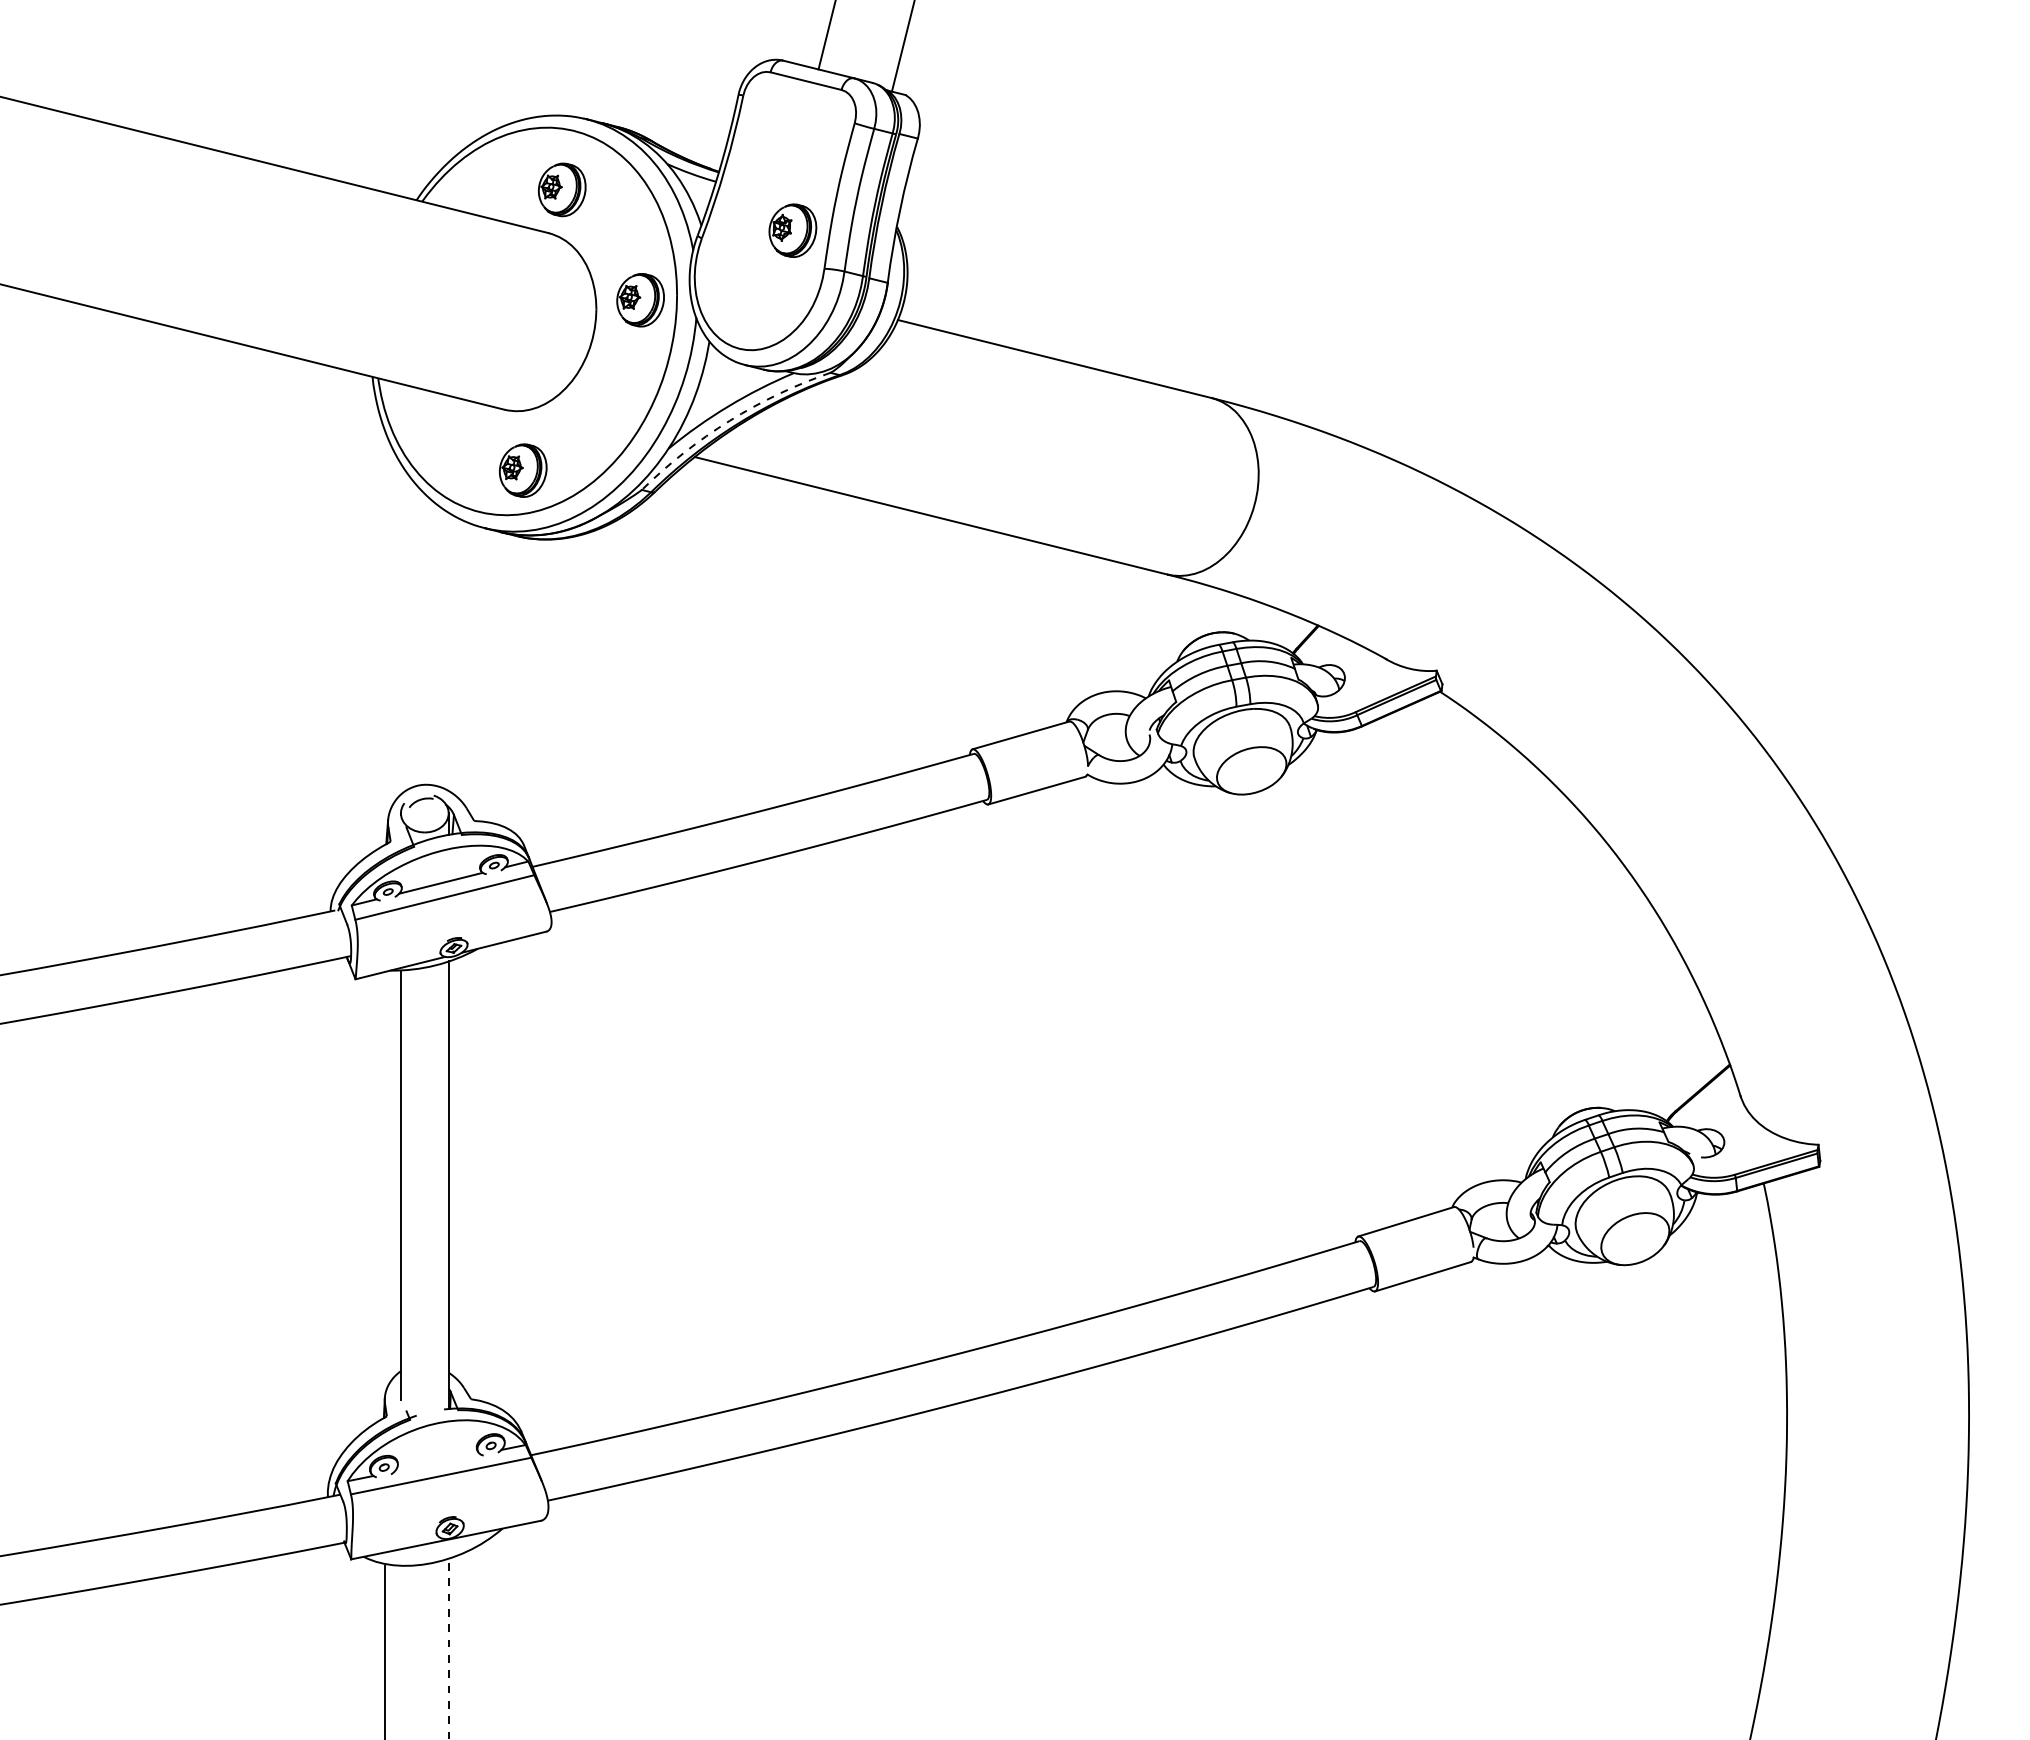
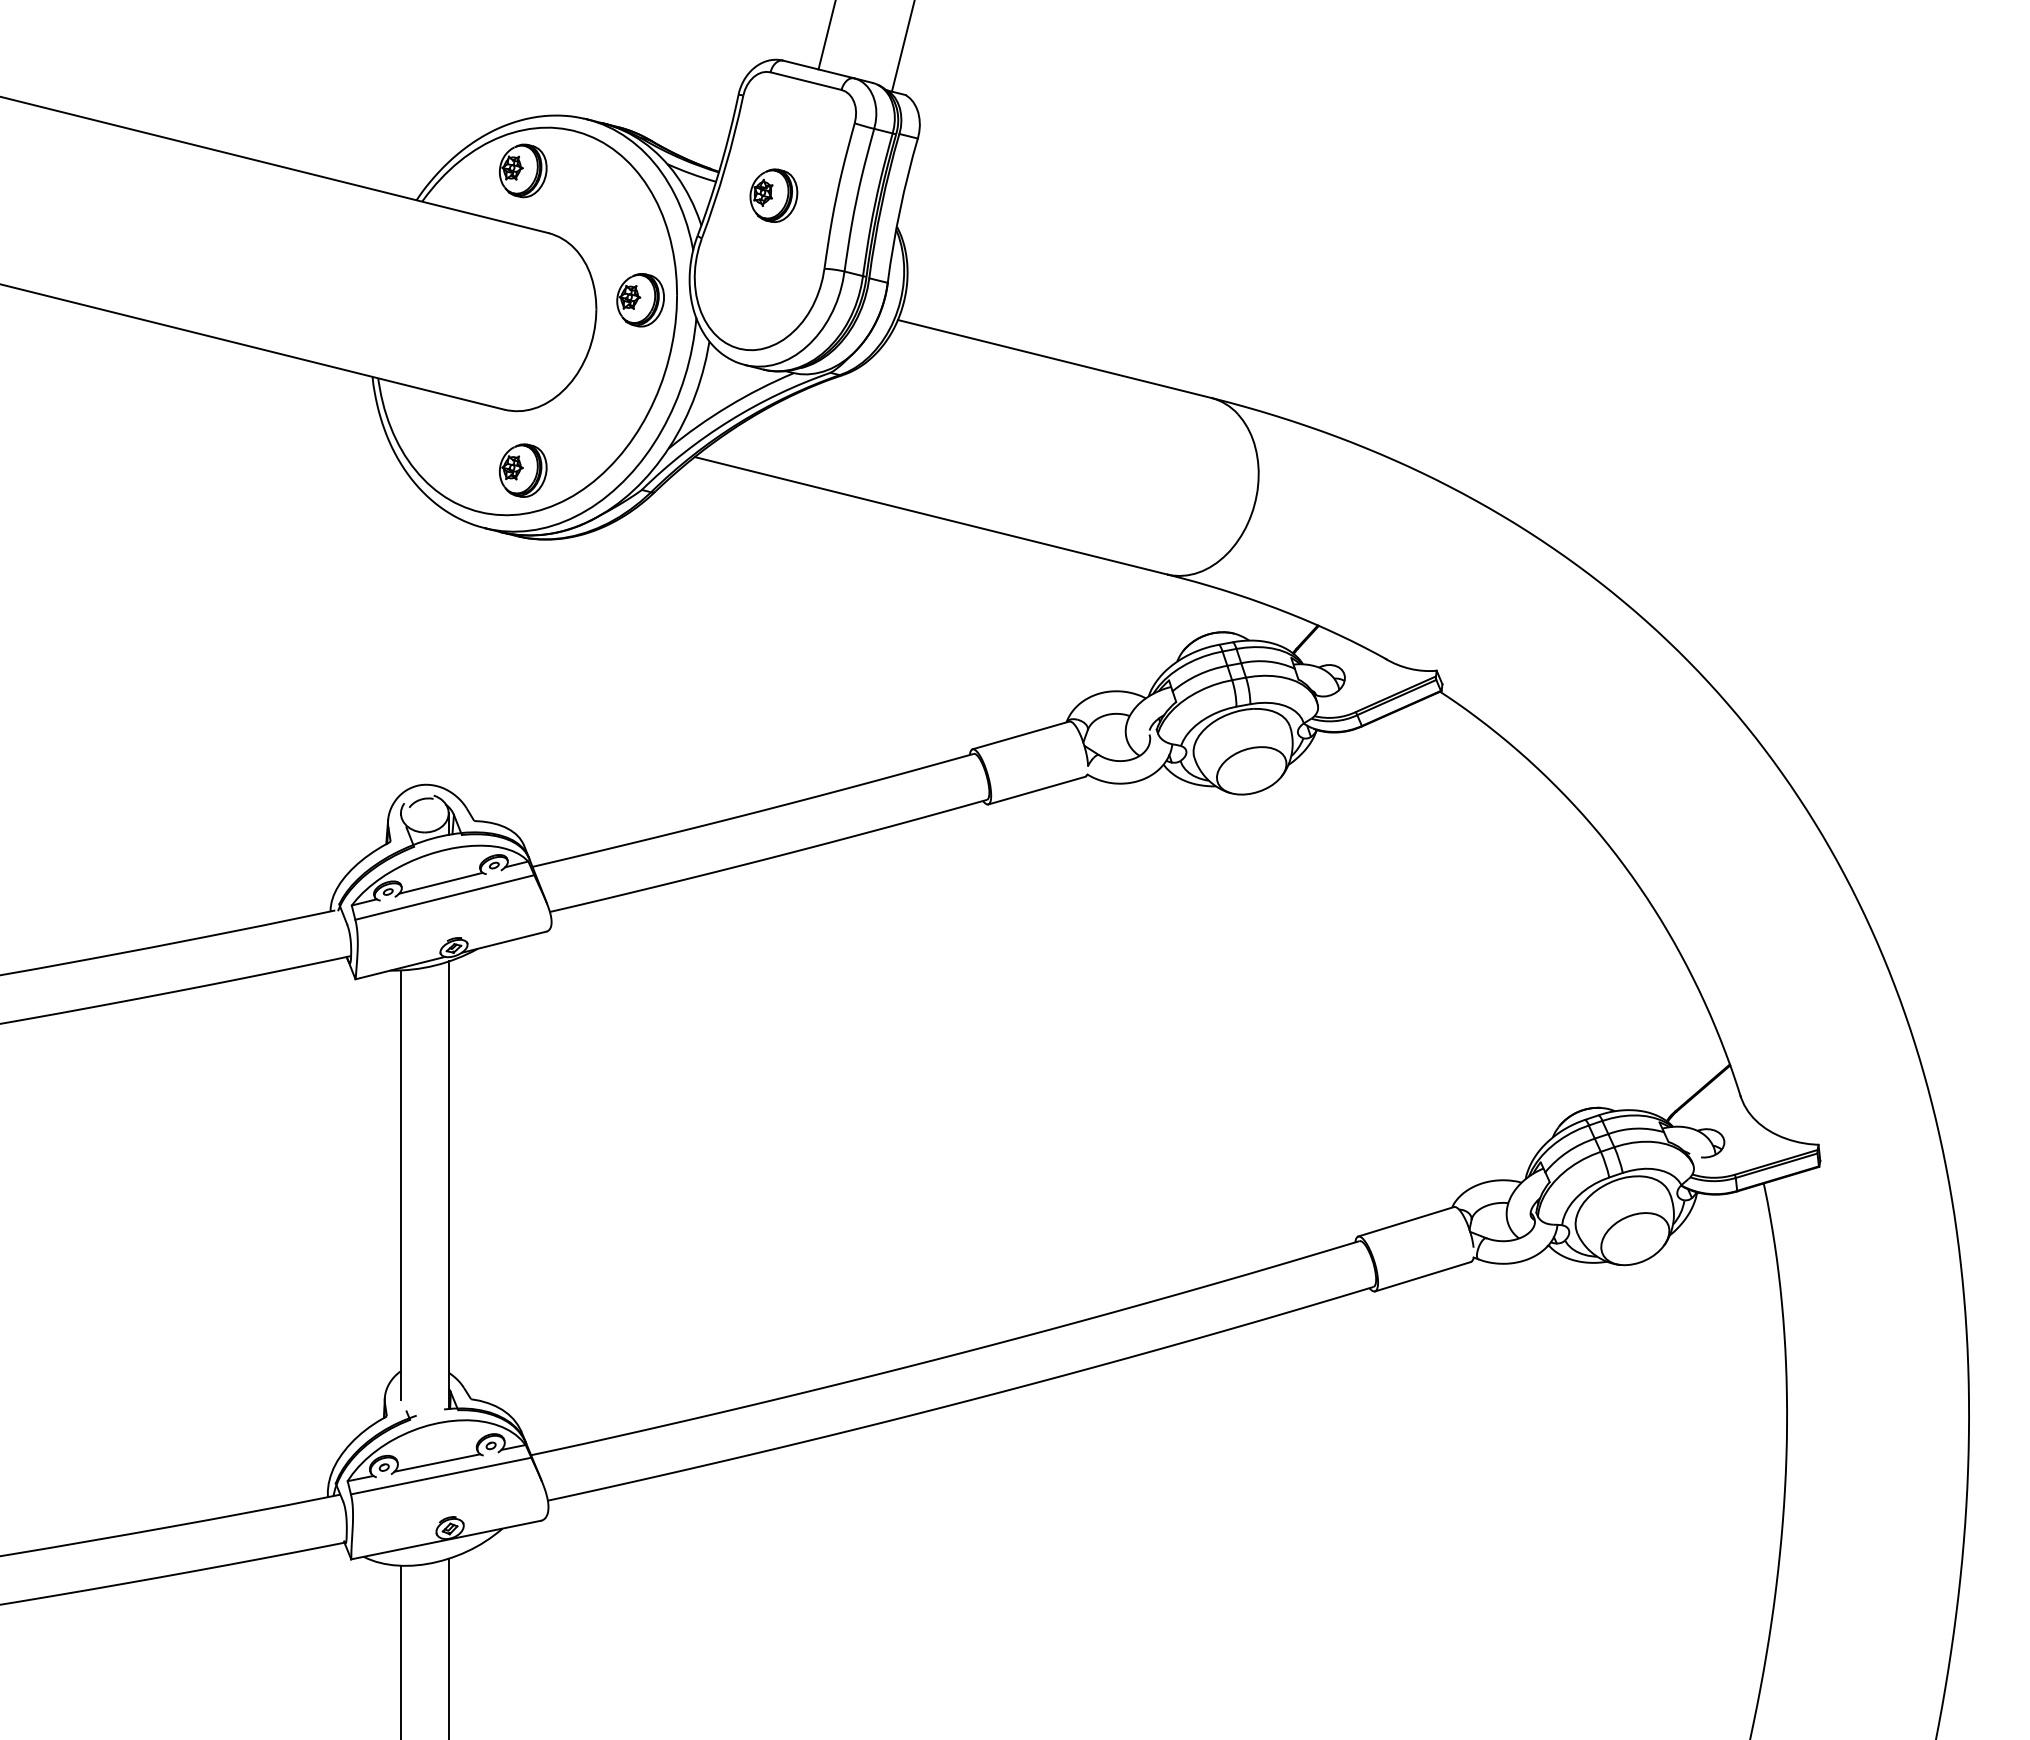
part at (562, 189) position: (562, 189) -> (523, 170)
part at (792, 230) position: (792, 230) -> (773, 195)
arc at (729, 420): dashed -> solid
line at (437, 1462): none -> present
line at (448, 1648): dashed -> solid
line at (384, 1650) position: (384, 1650) -> (400, 1650)
